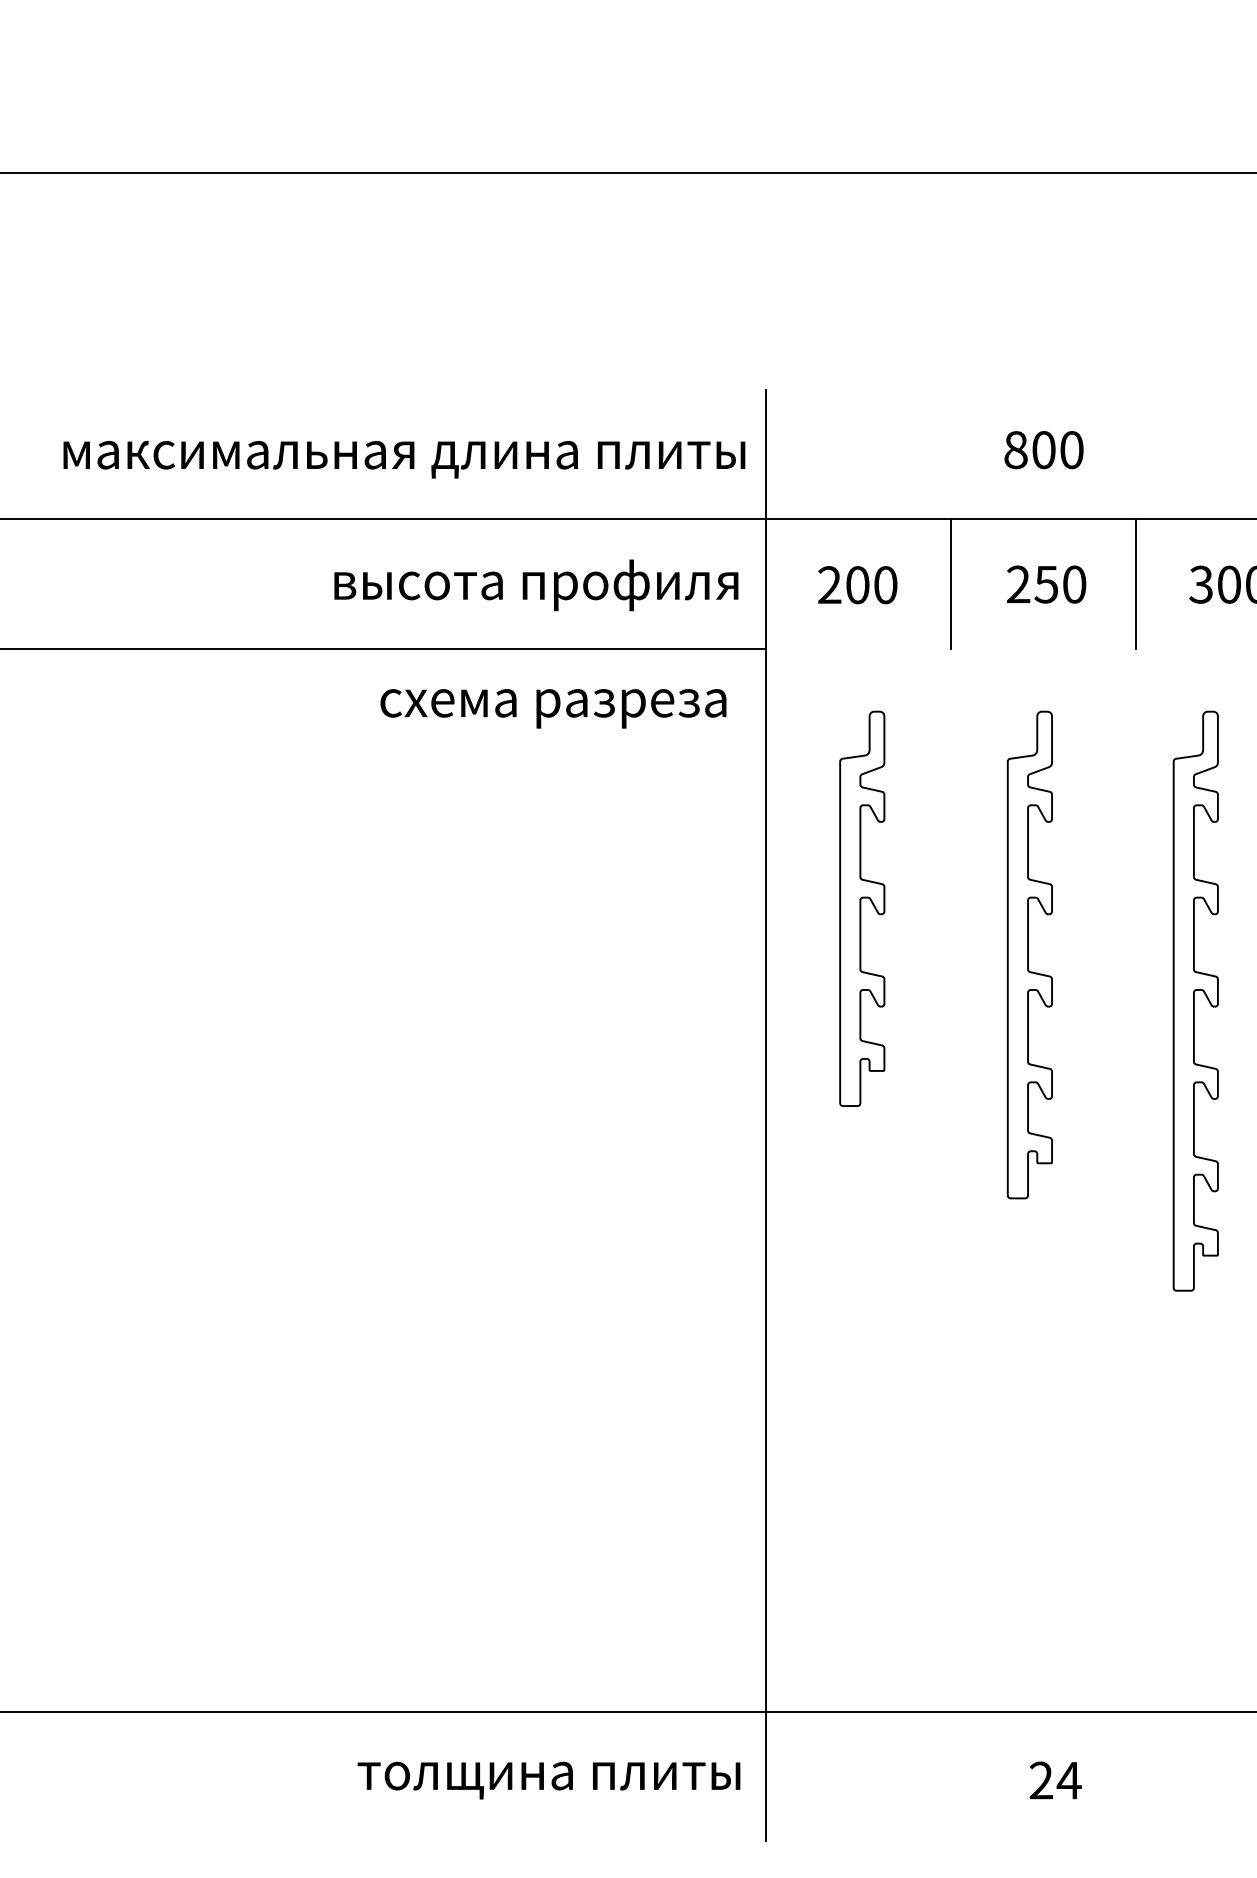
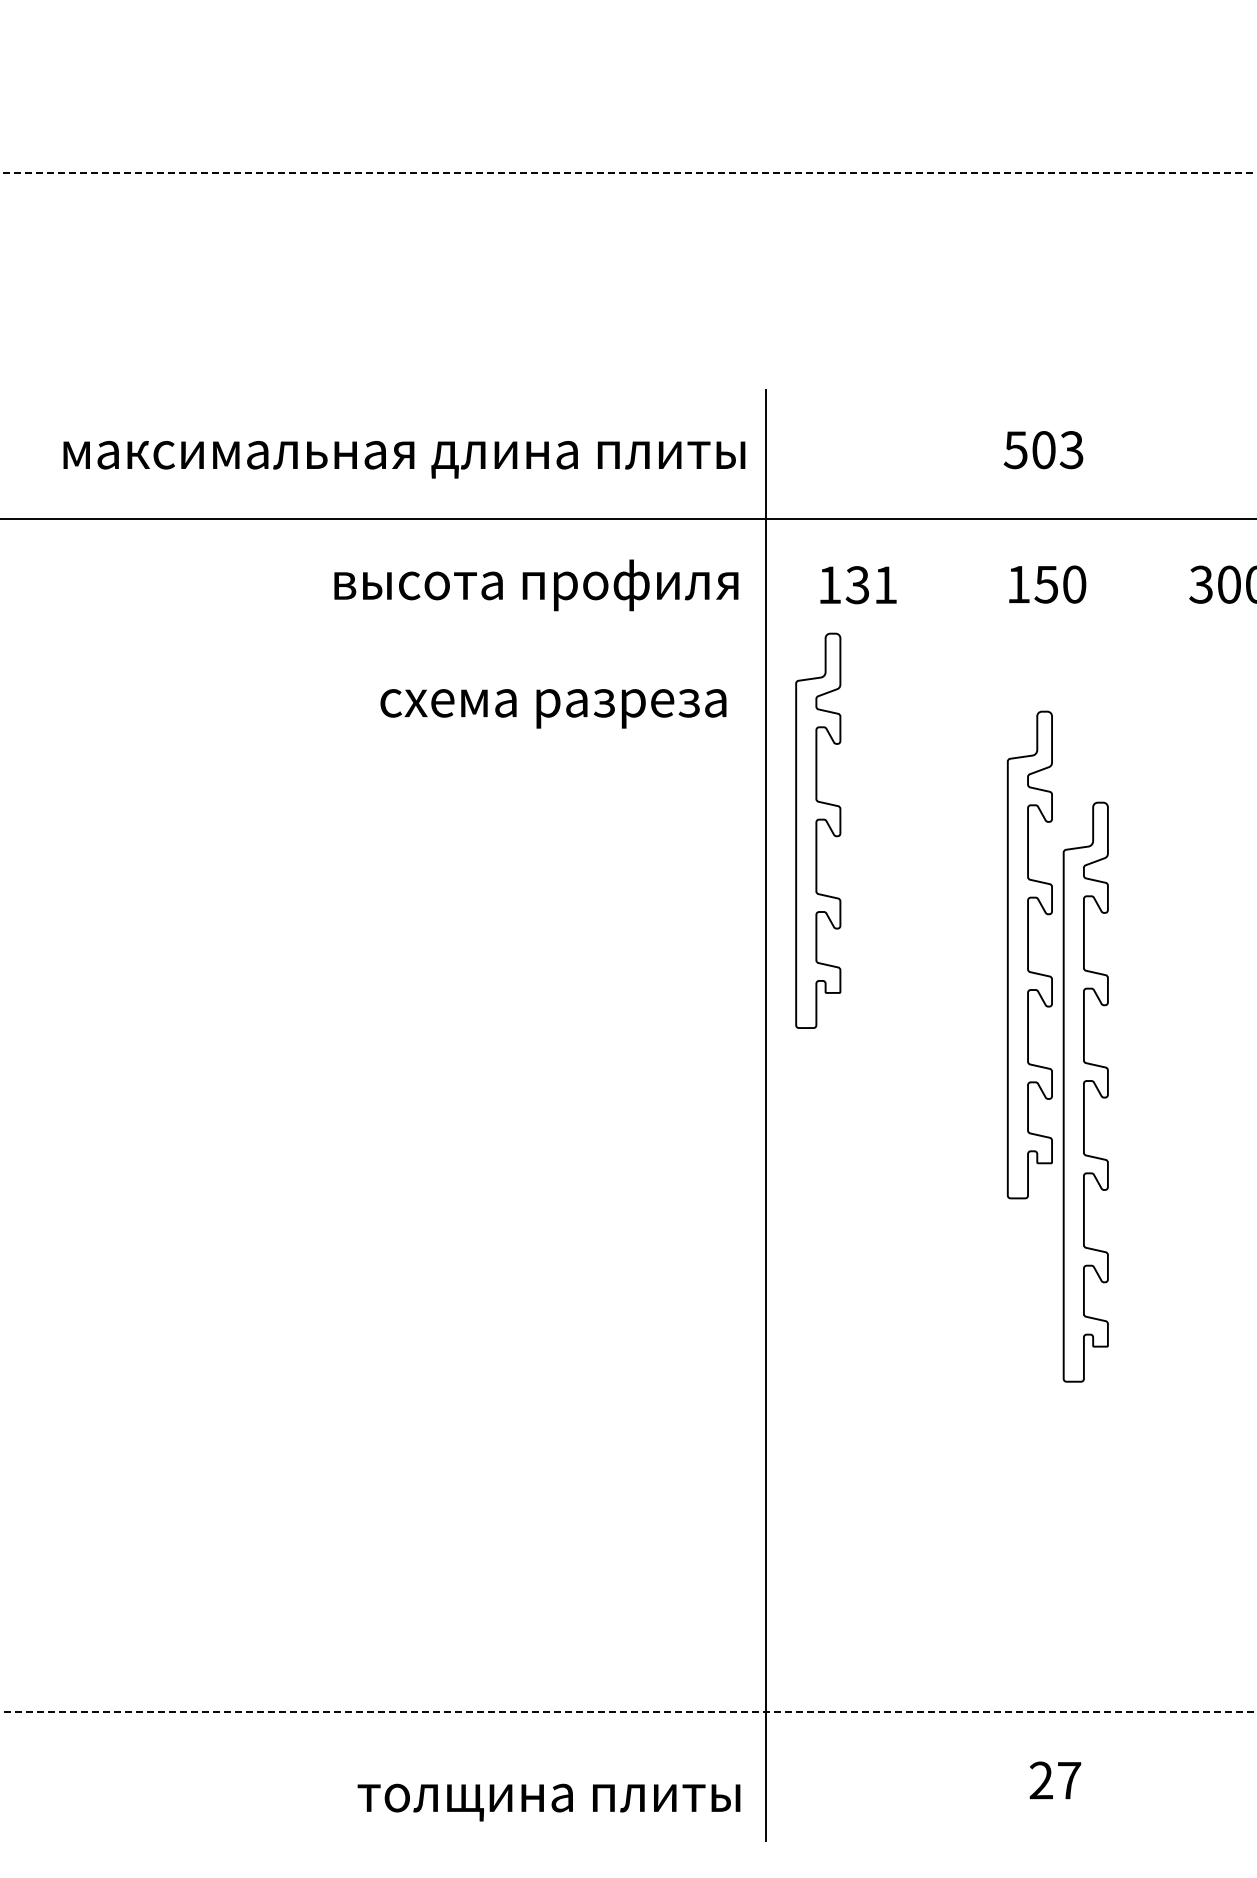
line at (628, 173): solid -> dashed
text at (1043, 450): 800 -> 503
line at (951, 583): present -> none
line at (1135, 583): present -> none
text at (1018, 584): 250 -> 150
text at (857, 585): 200 -> 131
line at (384, 648): present -> none
part at (862, 908) position: (862, 908) -> (818, 830)
part at (1195, 1000) position: (1195, 1000) -> (1085, 1091)
line at (627, 1712): solid -> dashed
text at (548, 1780) position: (548, 1780) -> (548, 1802)
text at (1068, 1780): 24 -> 27
